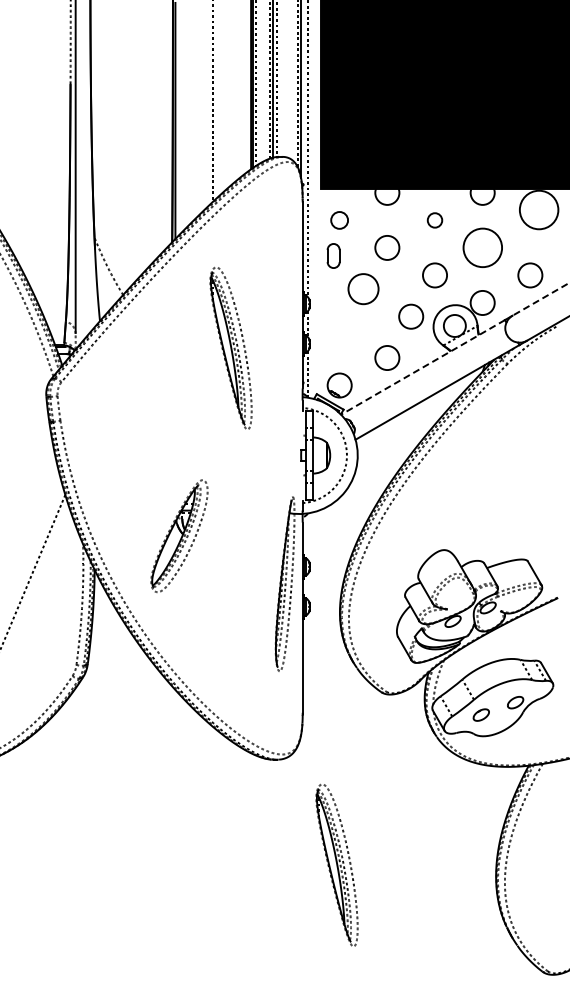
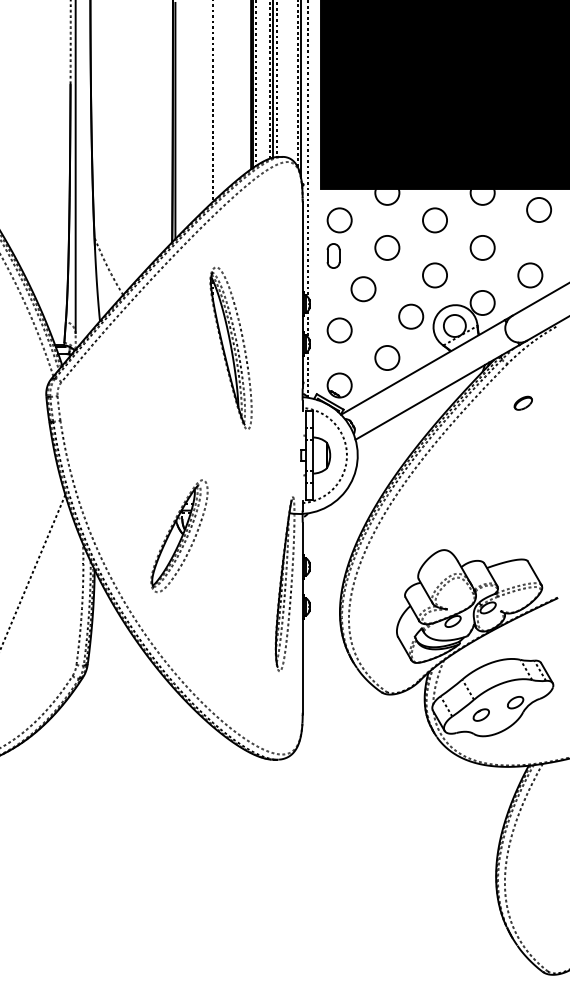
circle at (538, 209) diameter: 39 px -> 24 px
circle at (339, 220) size: 19x19 px -> 27x27 px
circle at (434, 220) size: 18x17 px -> 26x27 px
circle at (482, 247) size: 41x41 px -> 27x26 px
circle at (363, 289) size: 33x33 px -> 27x27 px
line at (541, 299): dashed -> solid
circle at (339, 330): none -> present
line at (423, 367): dashed -> solid
part at (522, 402): none -> present
part at (336, 864): present -> none
